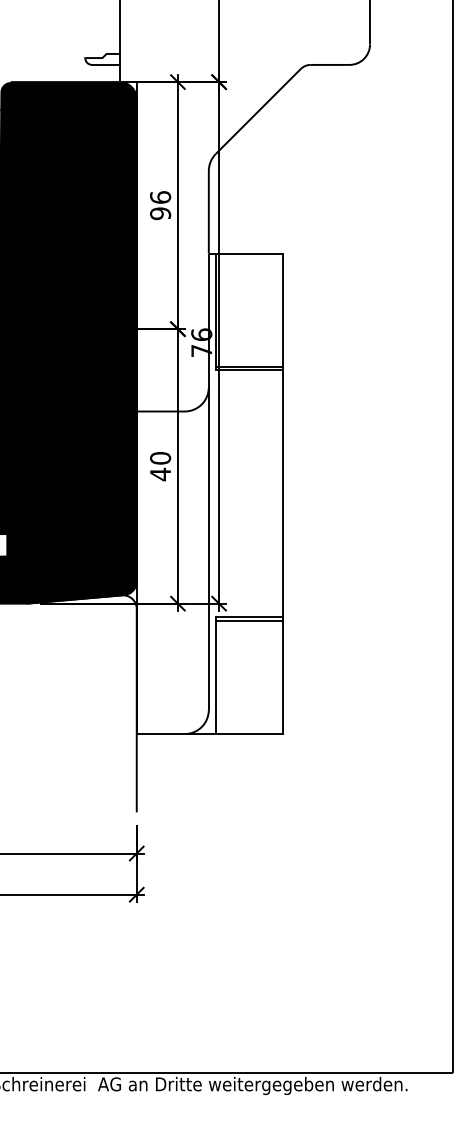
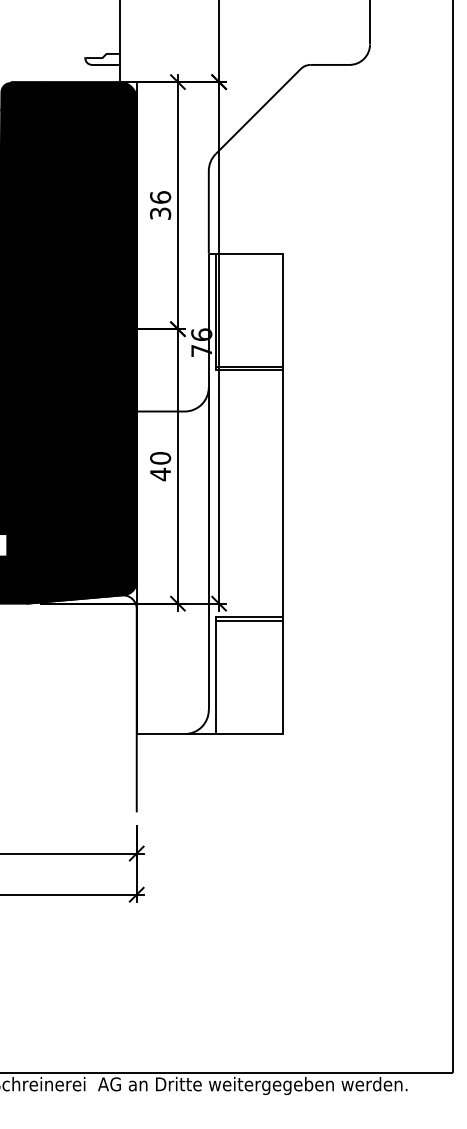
text at (160, 213): 96 -> 36
